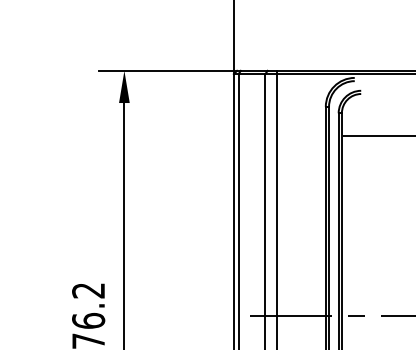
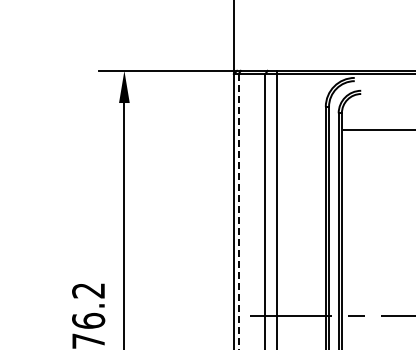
line at (376, 135) position: (376, 135) -> (376, 129)
line at (238, 212): solid -> dashed
